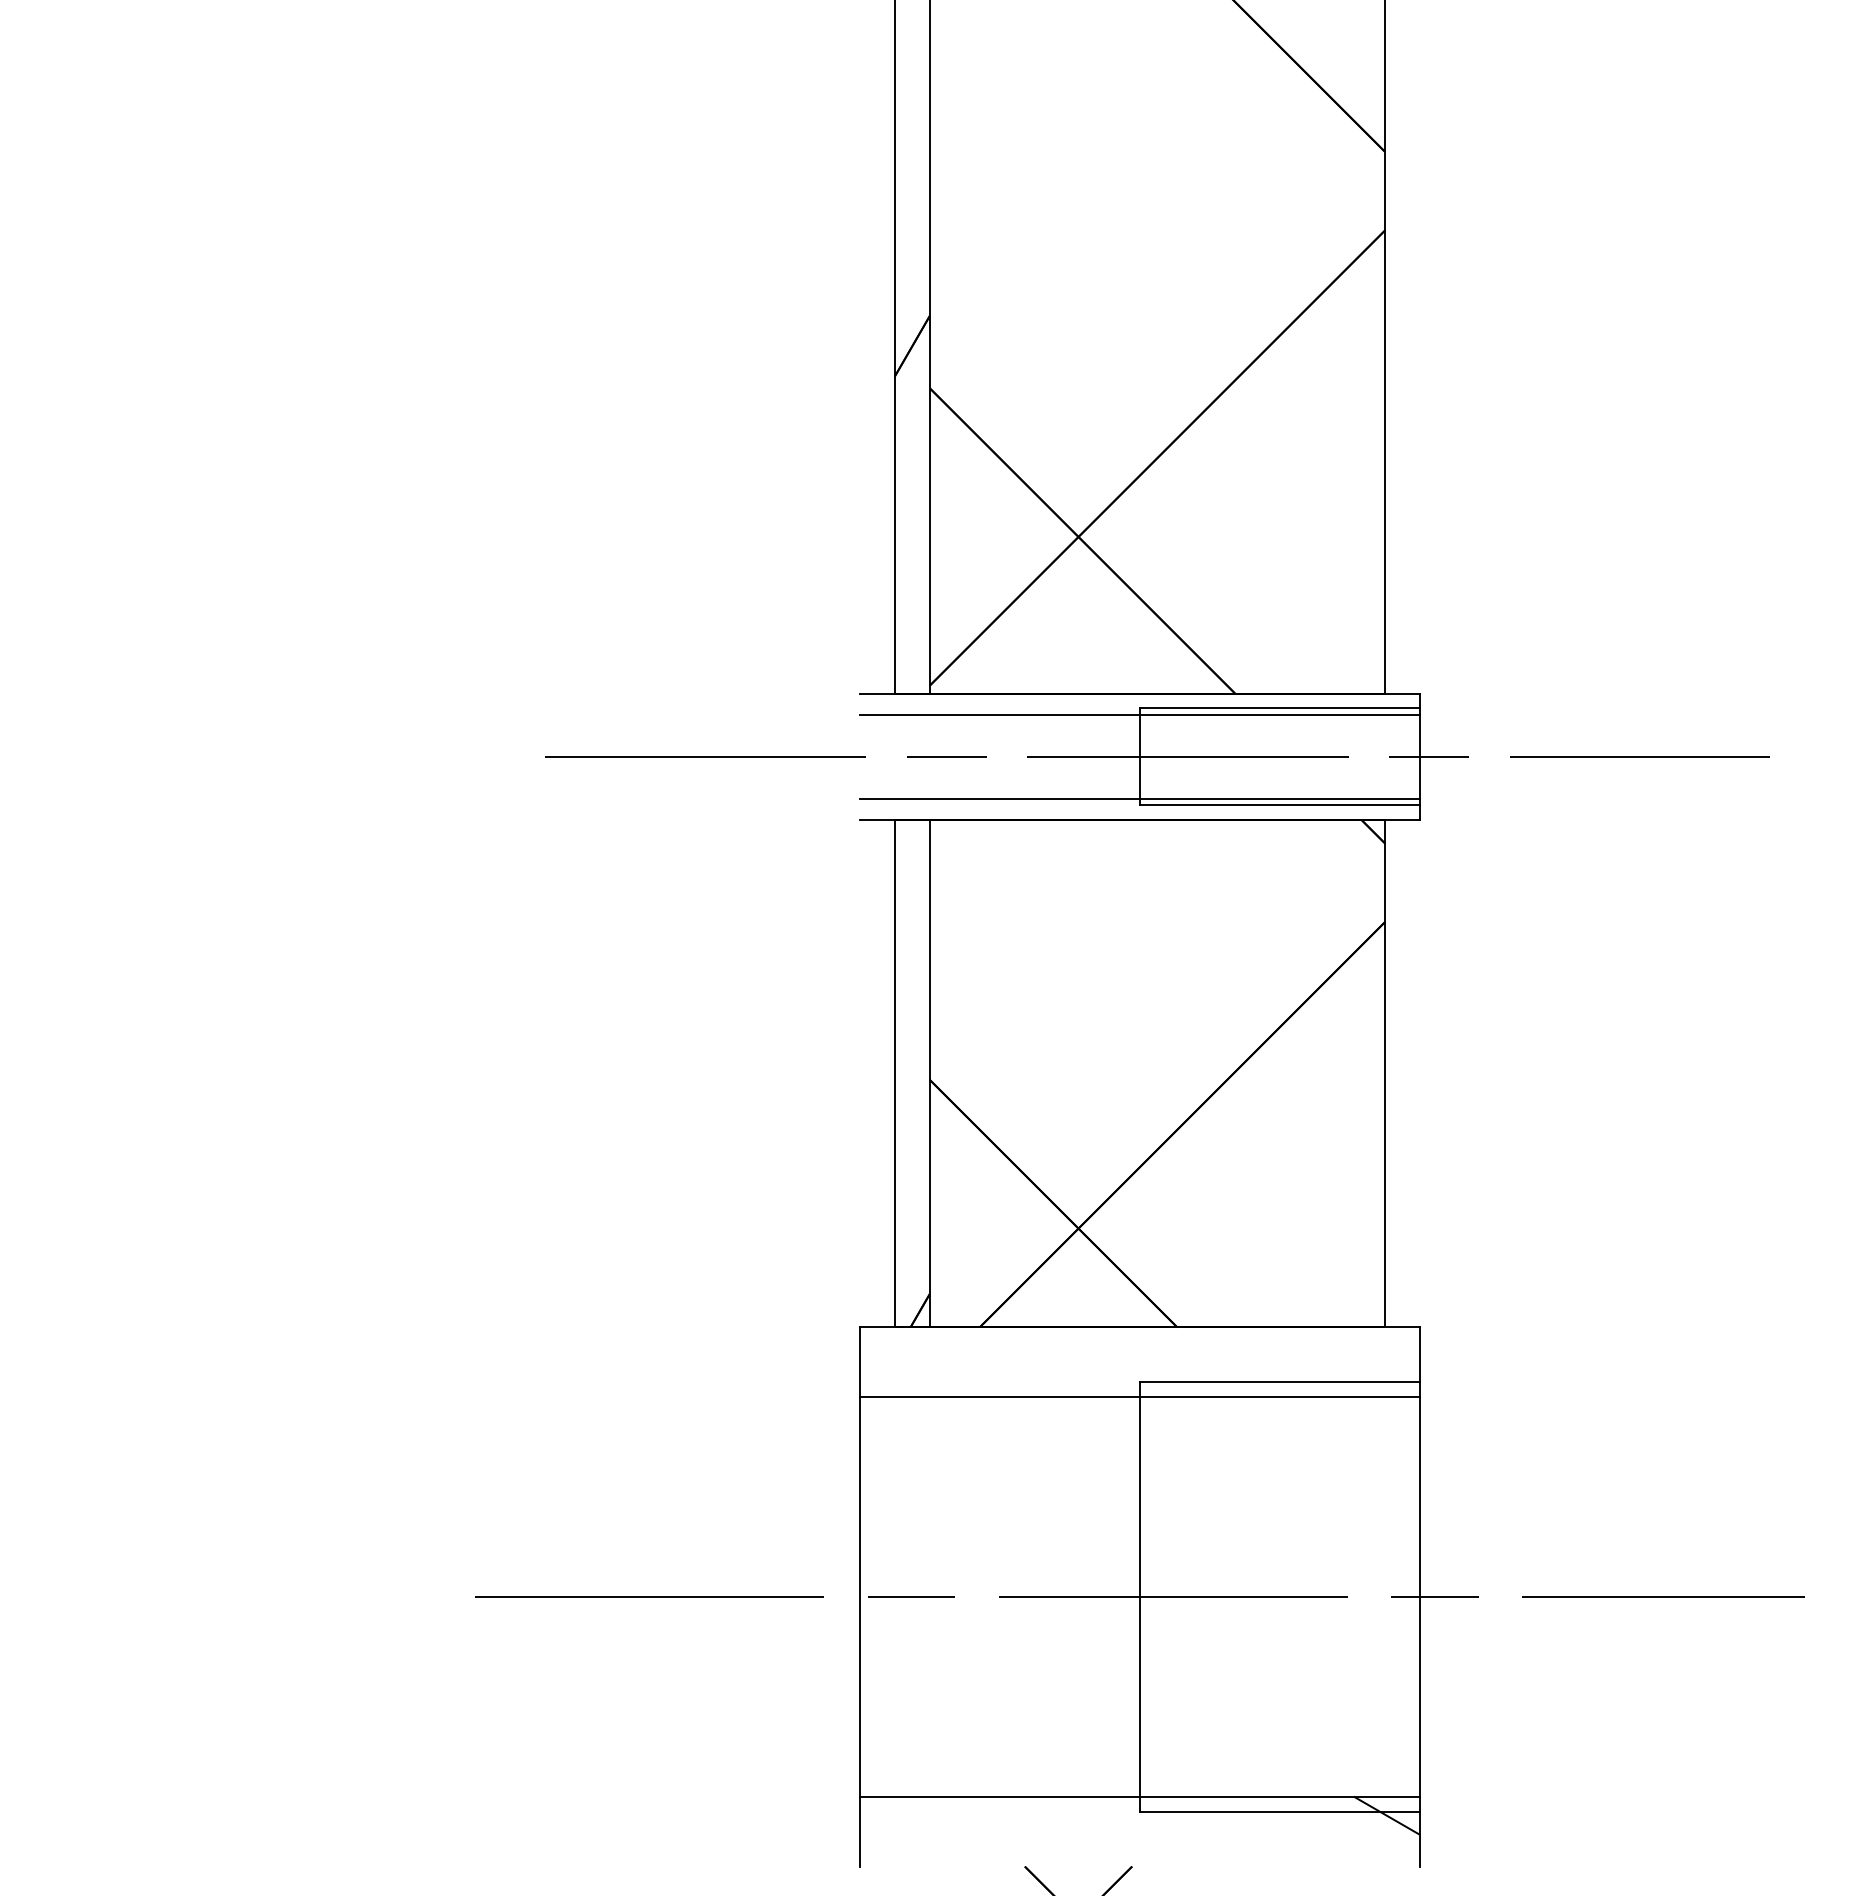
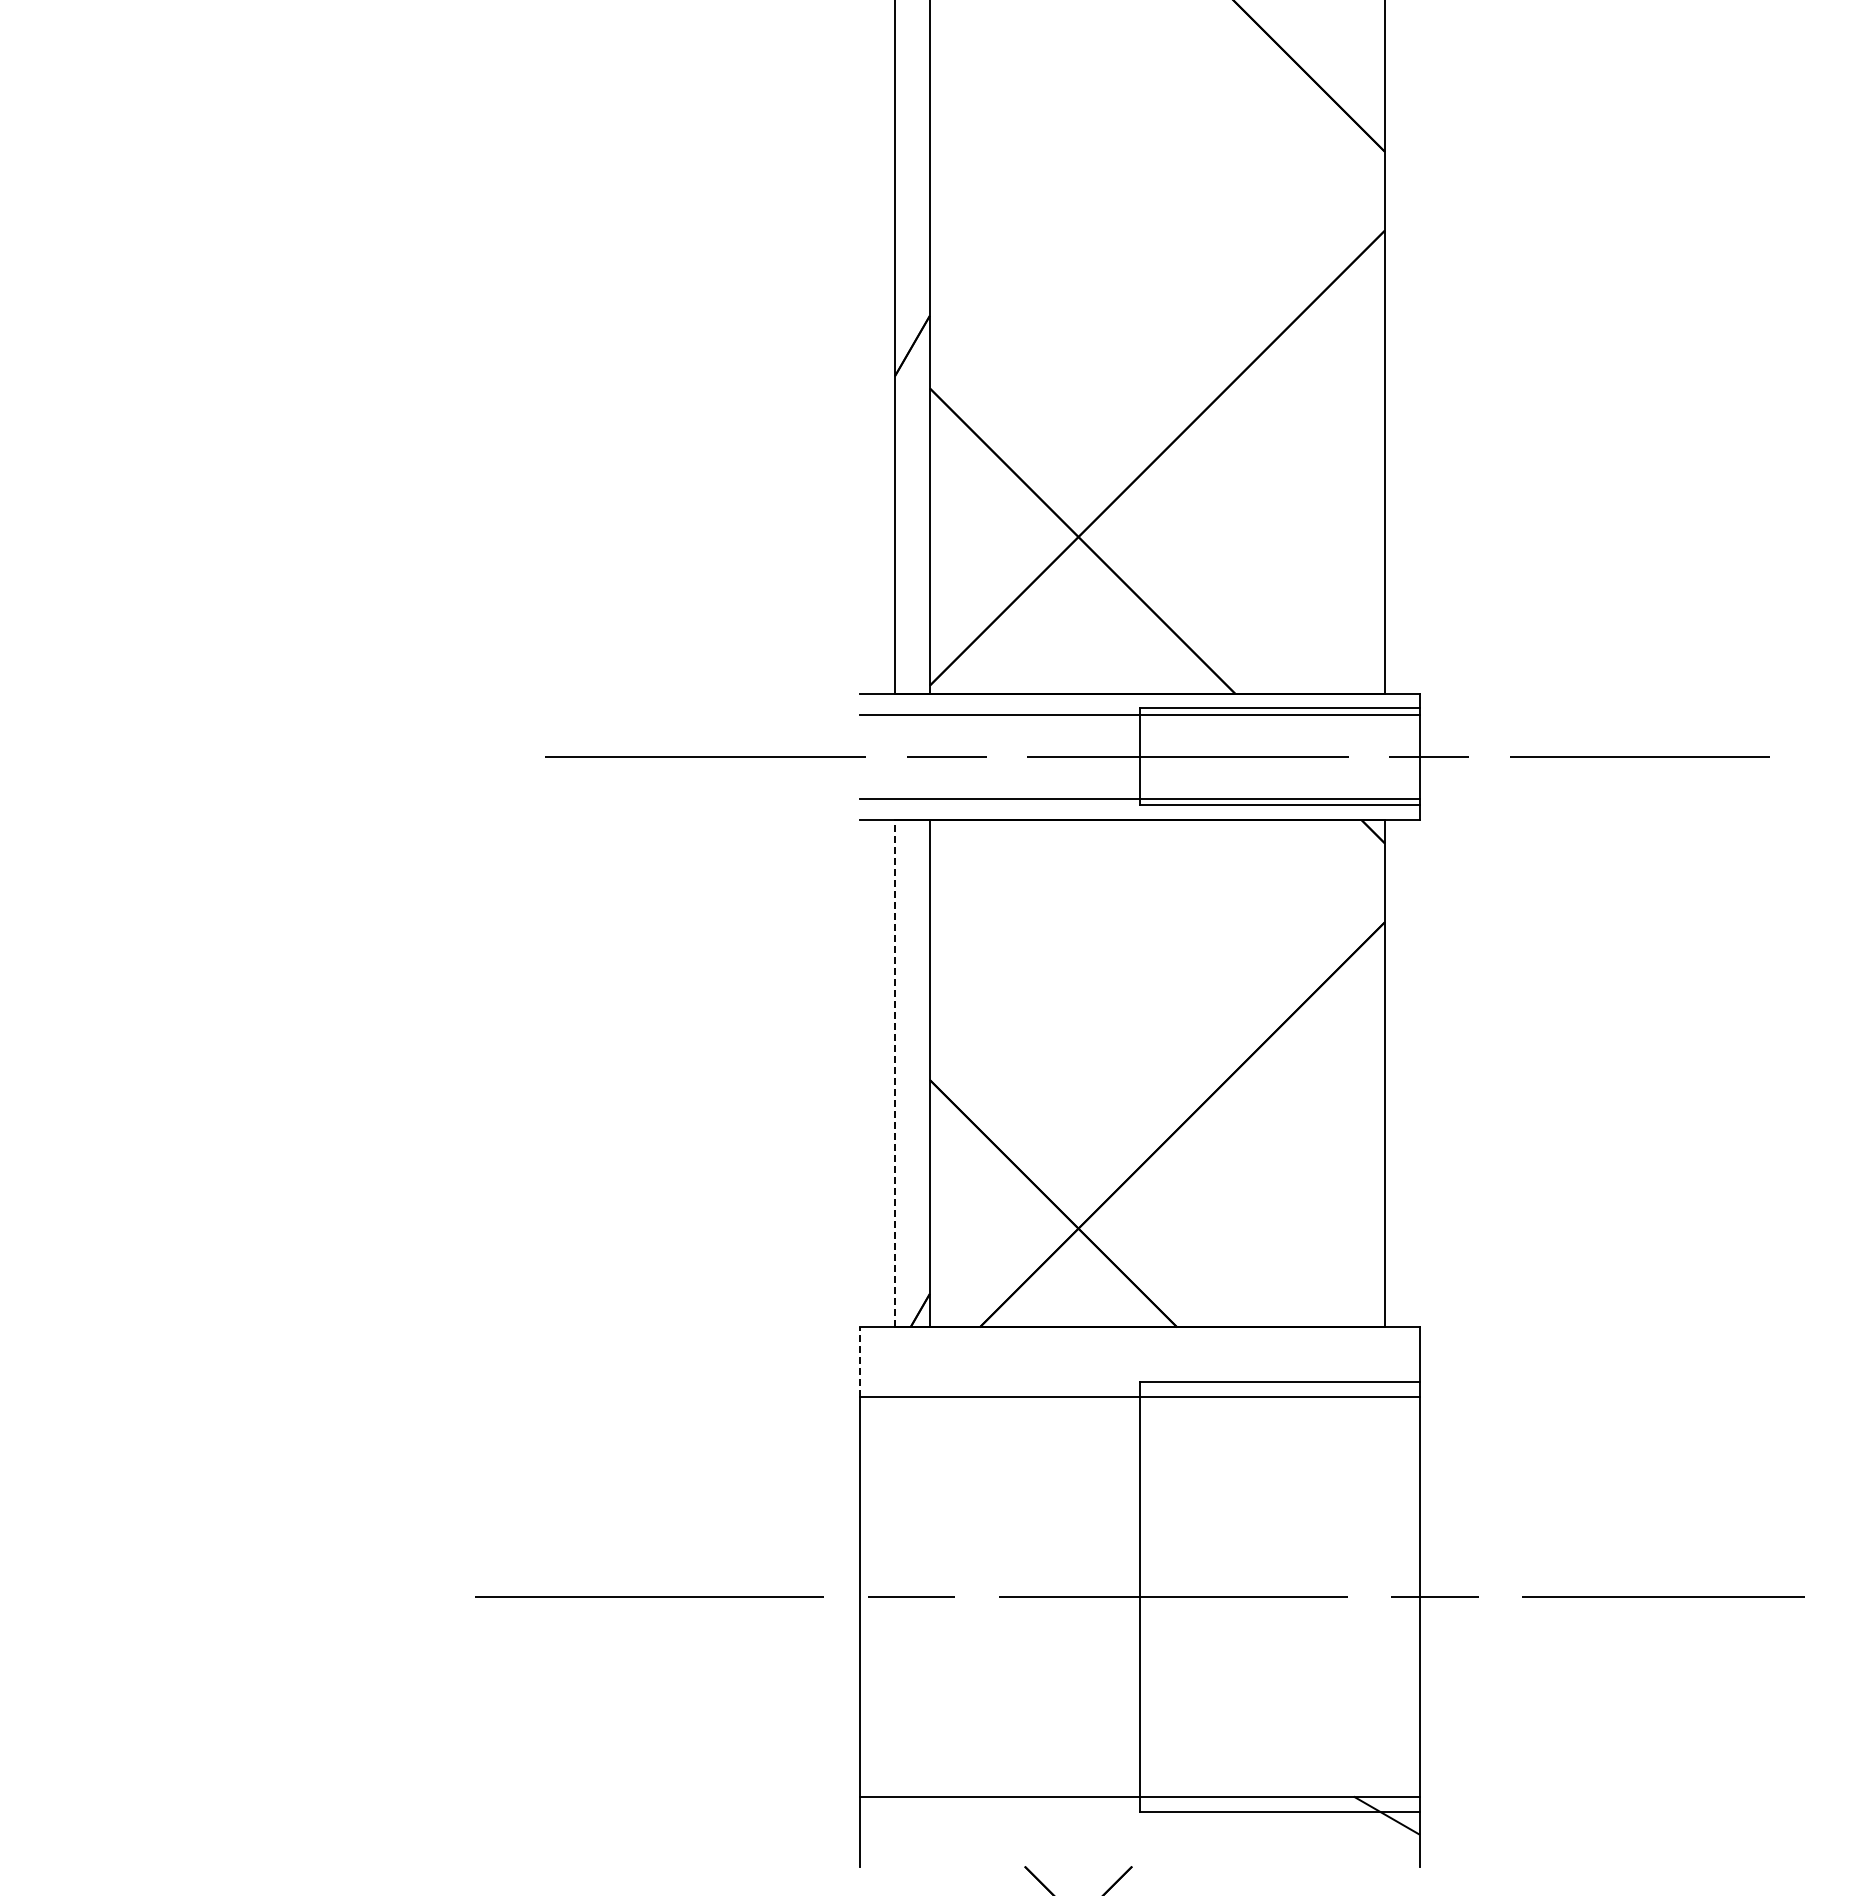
line at (894, 1073): solid -> dashed
line at (859, 1361): solid -> dashed
